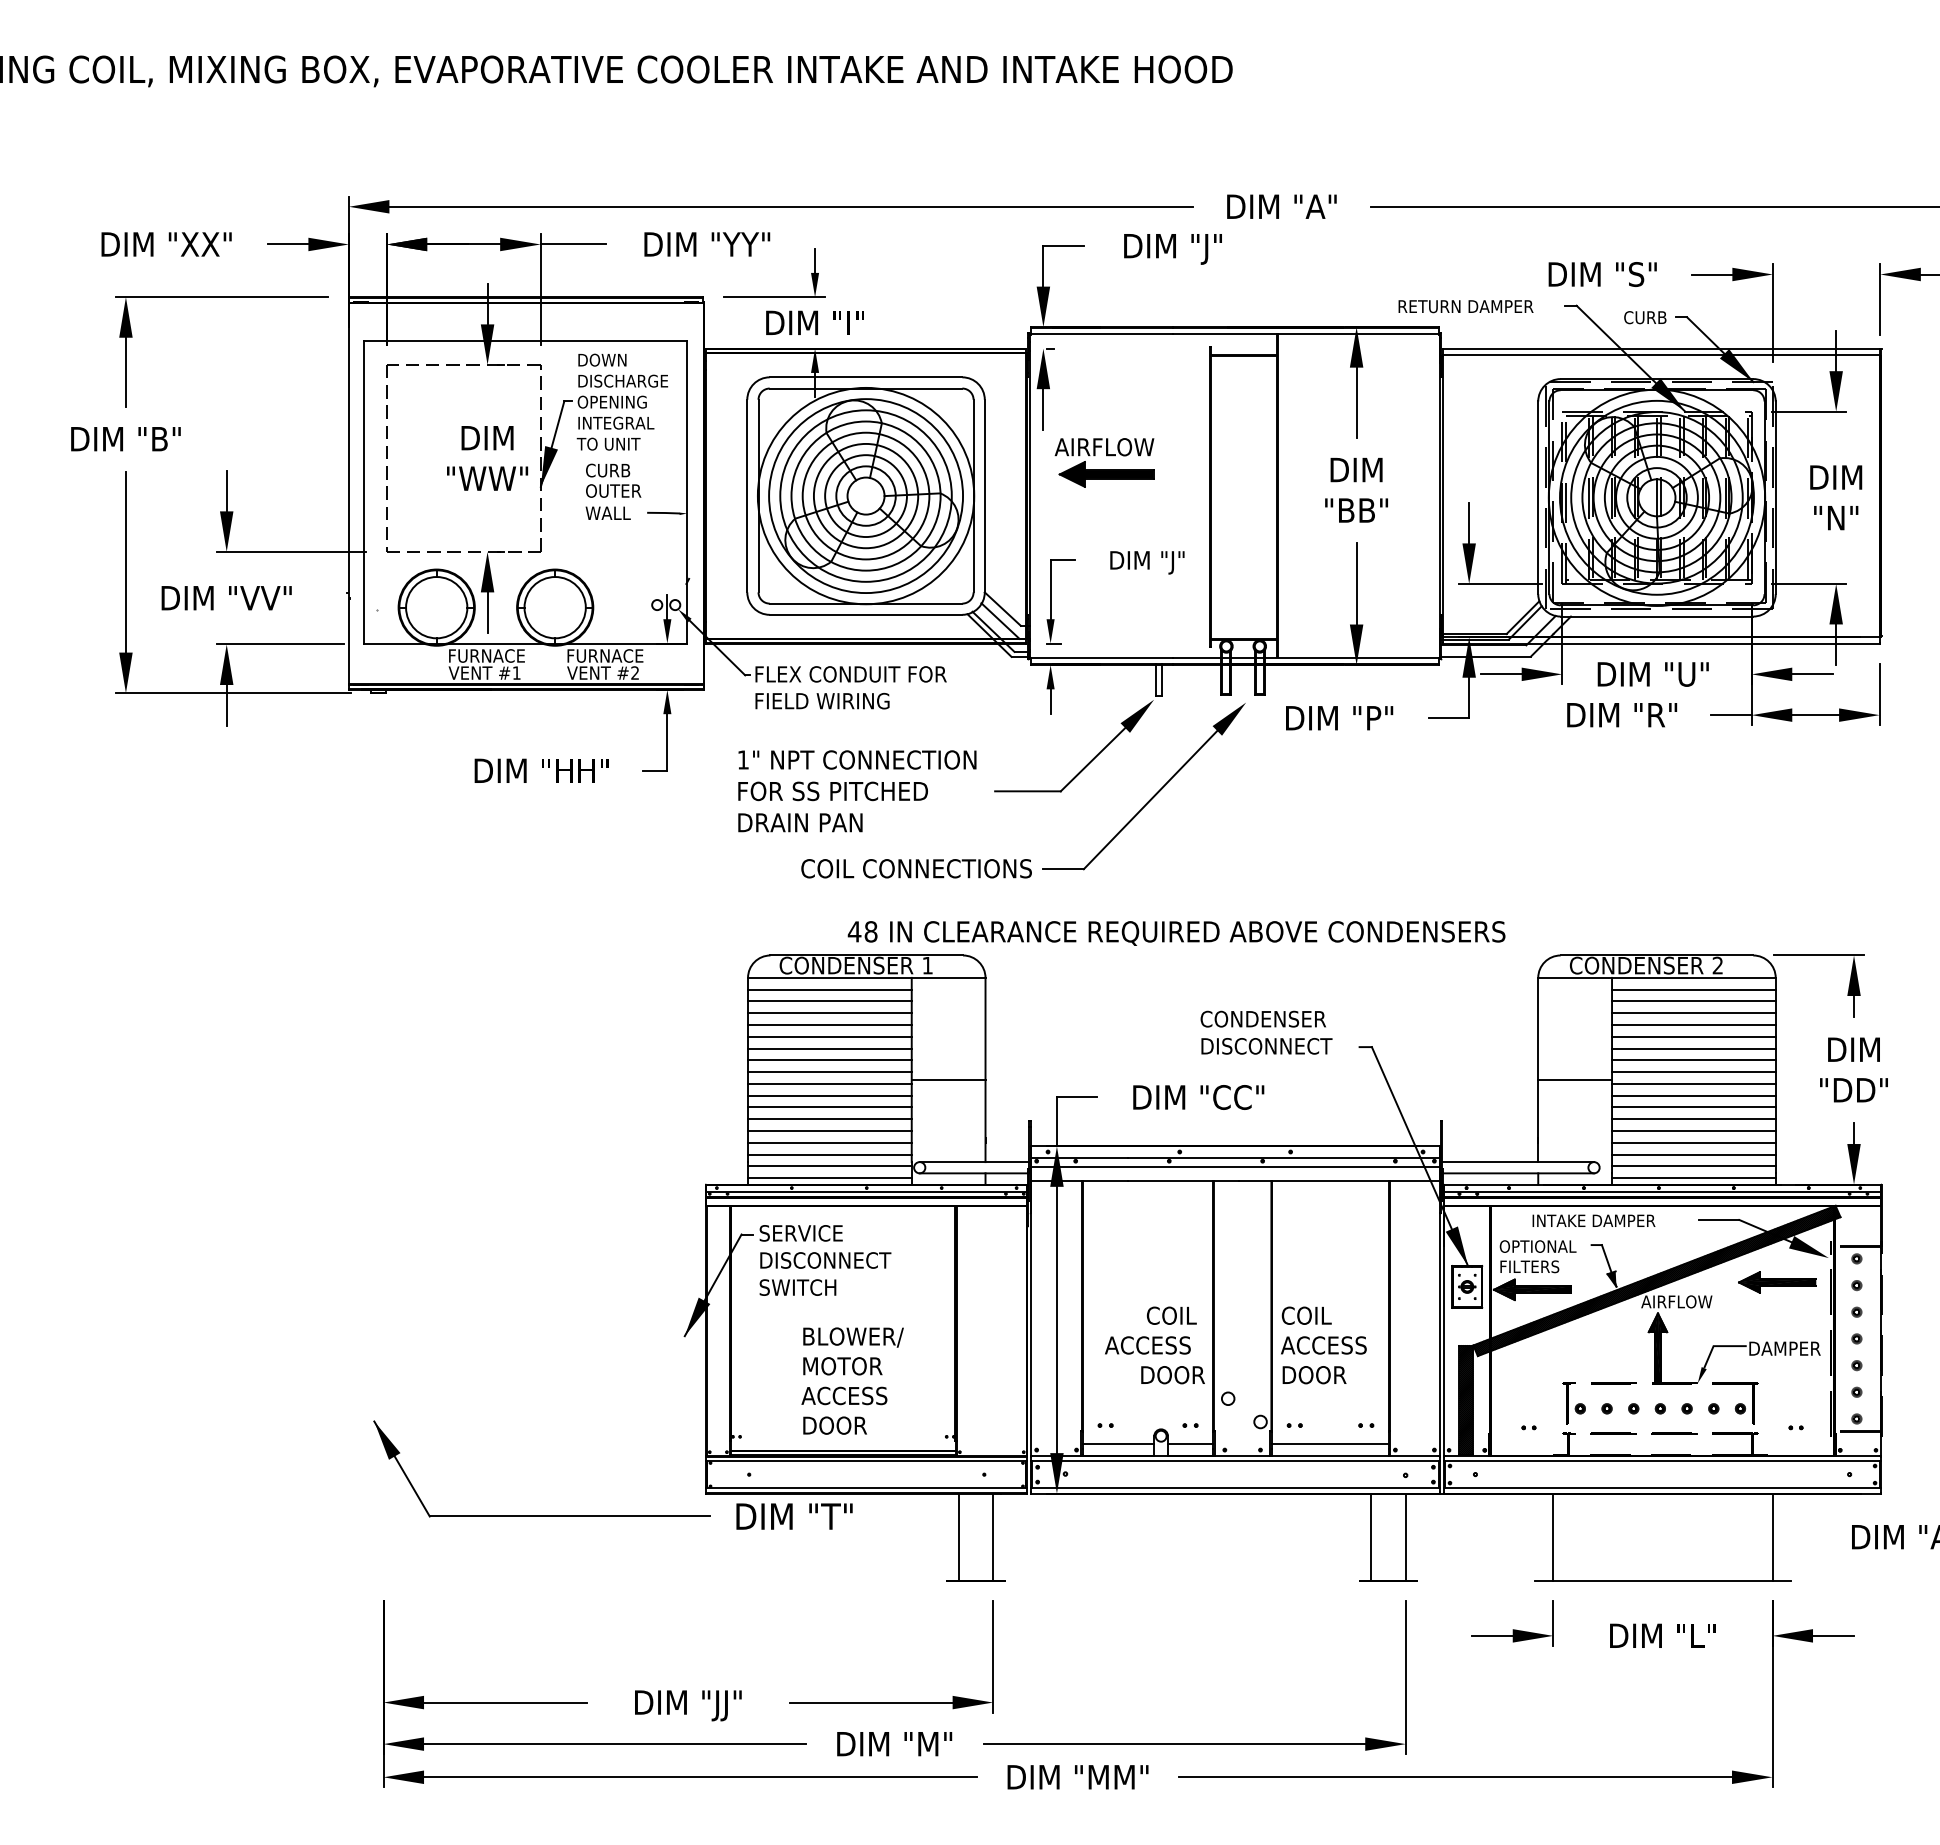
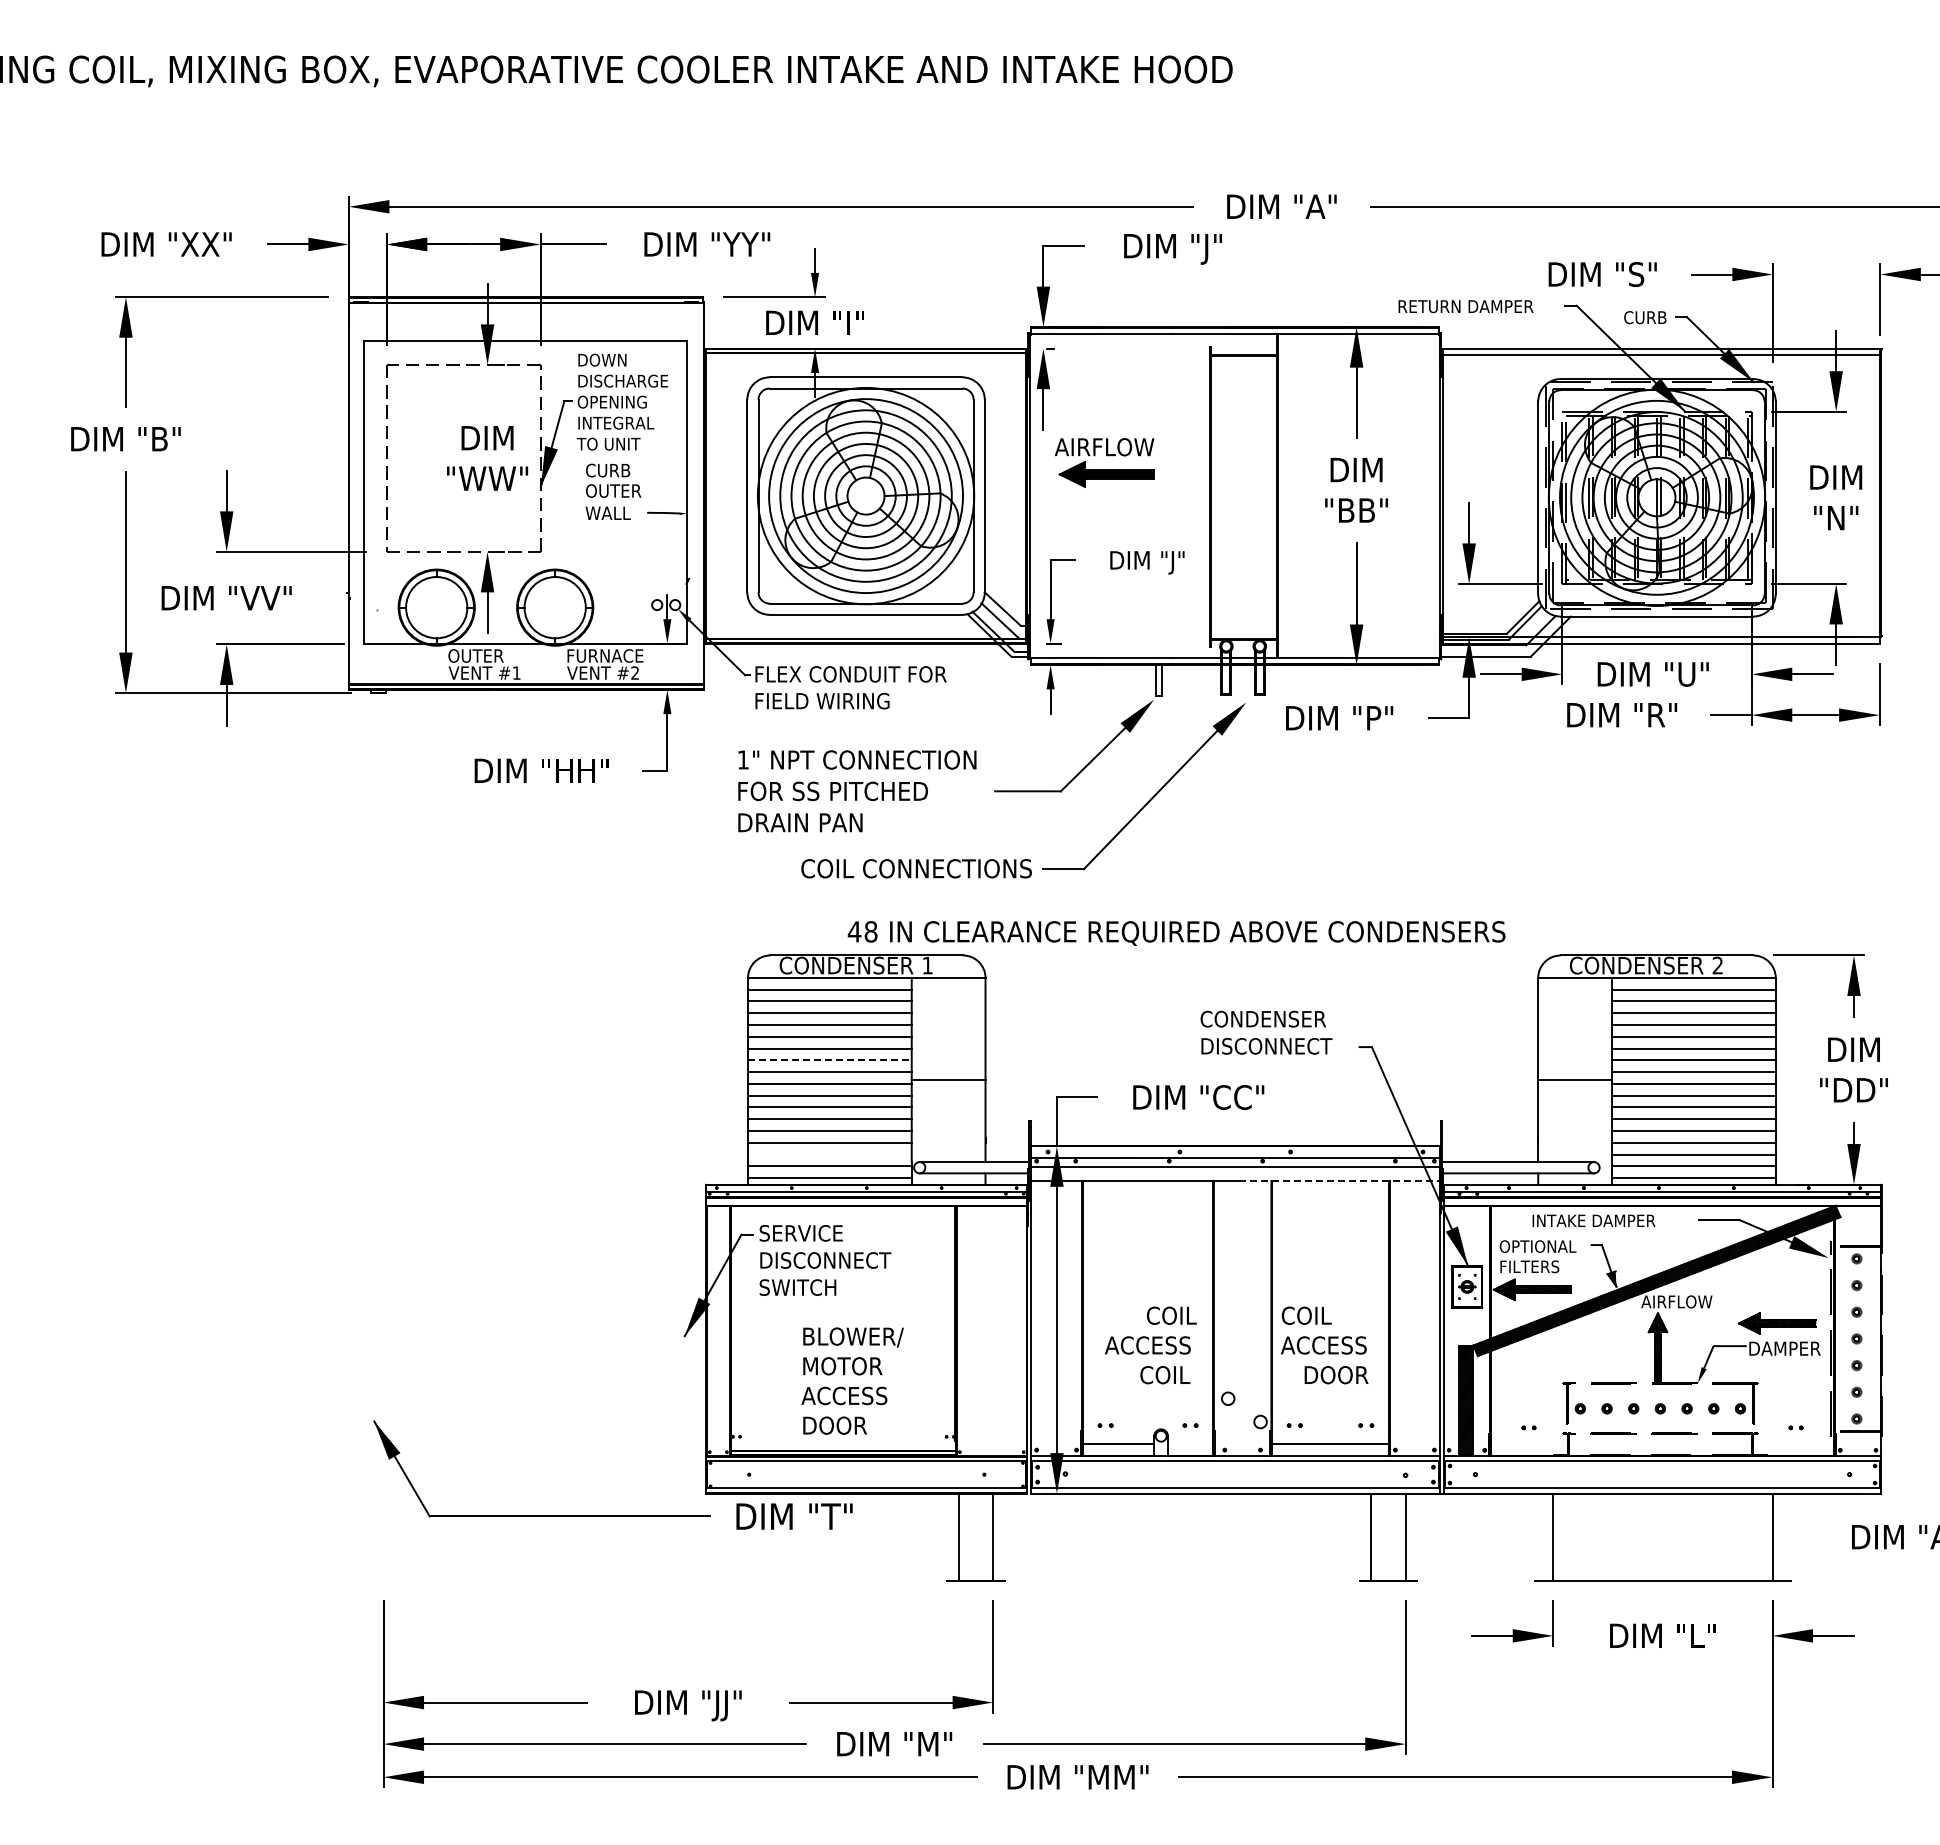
text at (486, 655): FURNACE -> OUTER
line at (829, 1060): solid -> dashed
line at (829, 1154): present -> none
line at (1339, 1181): solid -> dashed
part at (1777, 1282) position: (1777, 1282) -> (1777, 1323)
text at (1172, 1375): DOOR -> COIL
text at (1314, 1375) position: (1314, 1375) -> (1336, 1375)
line at (1190, 1443): present -> none
